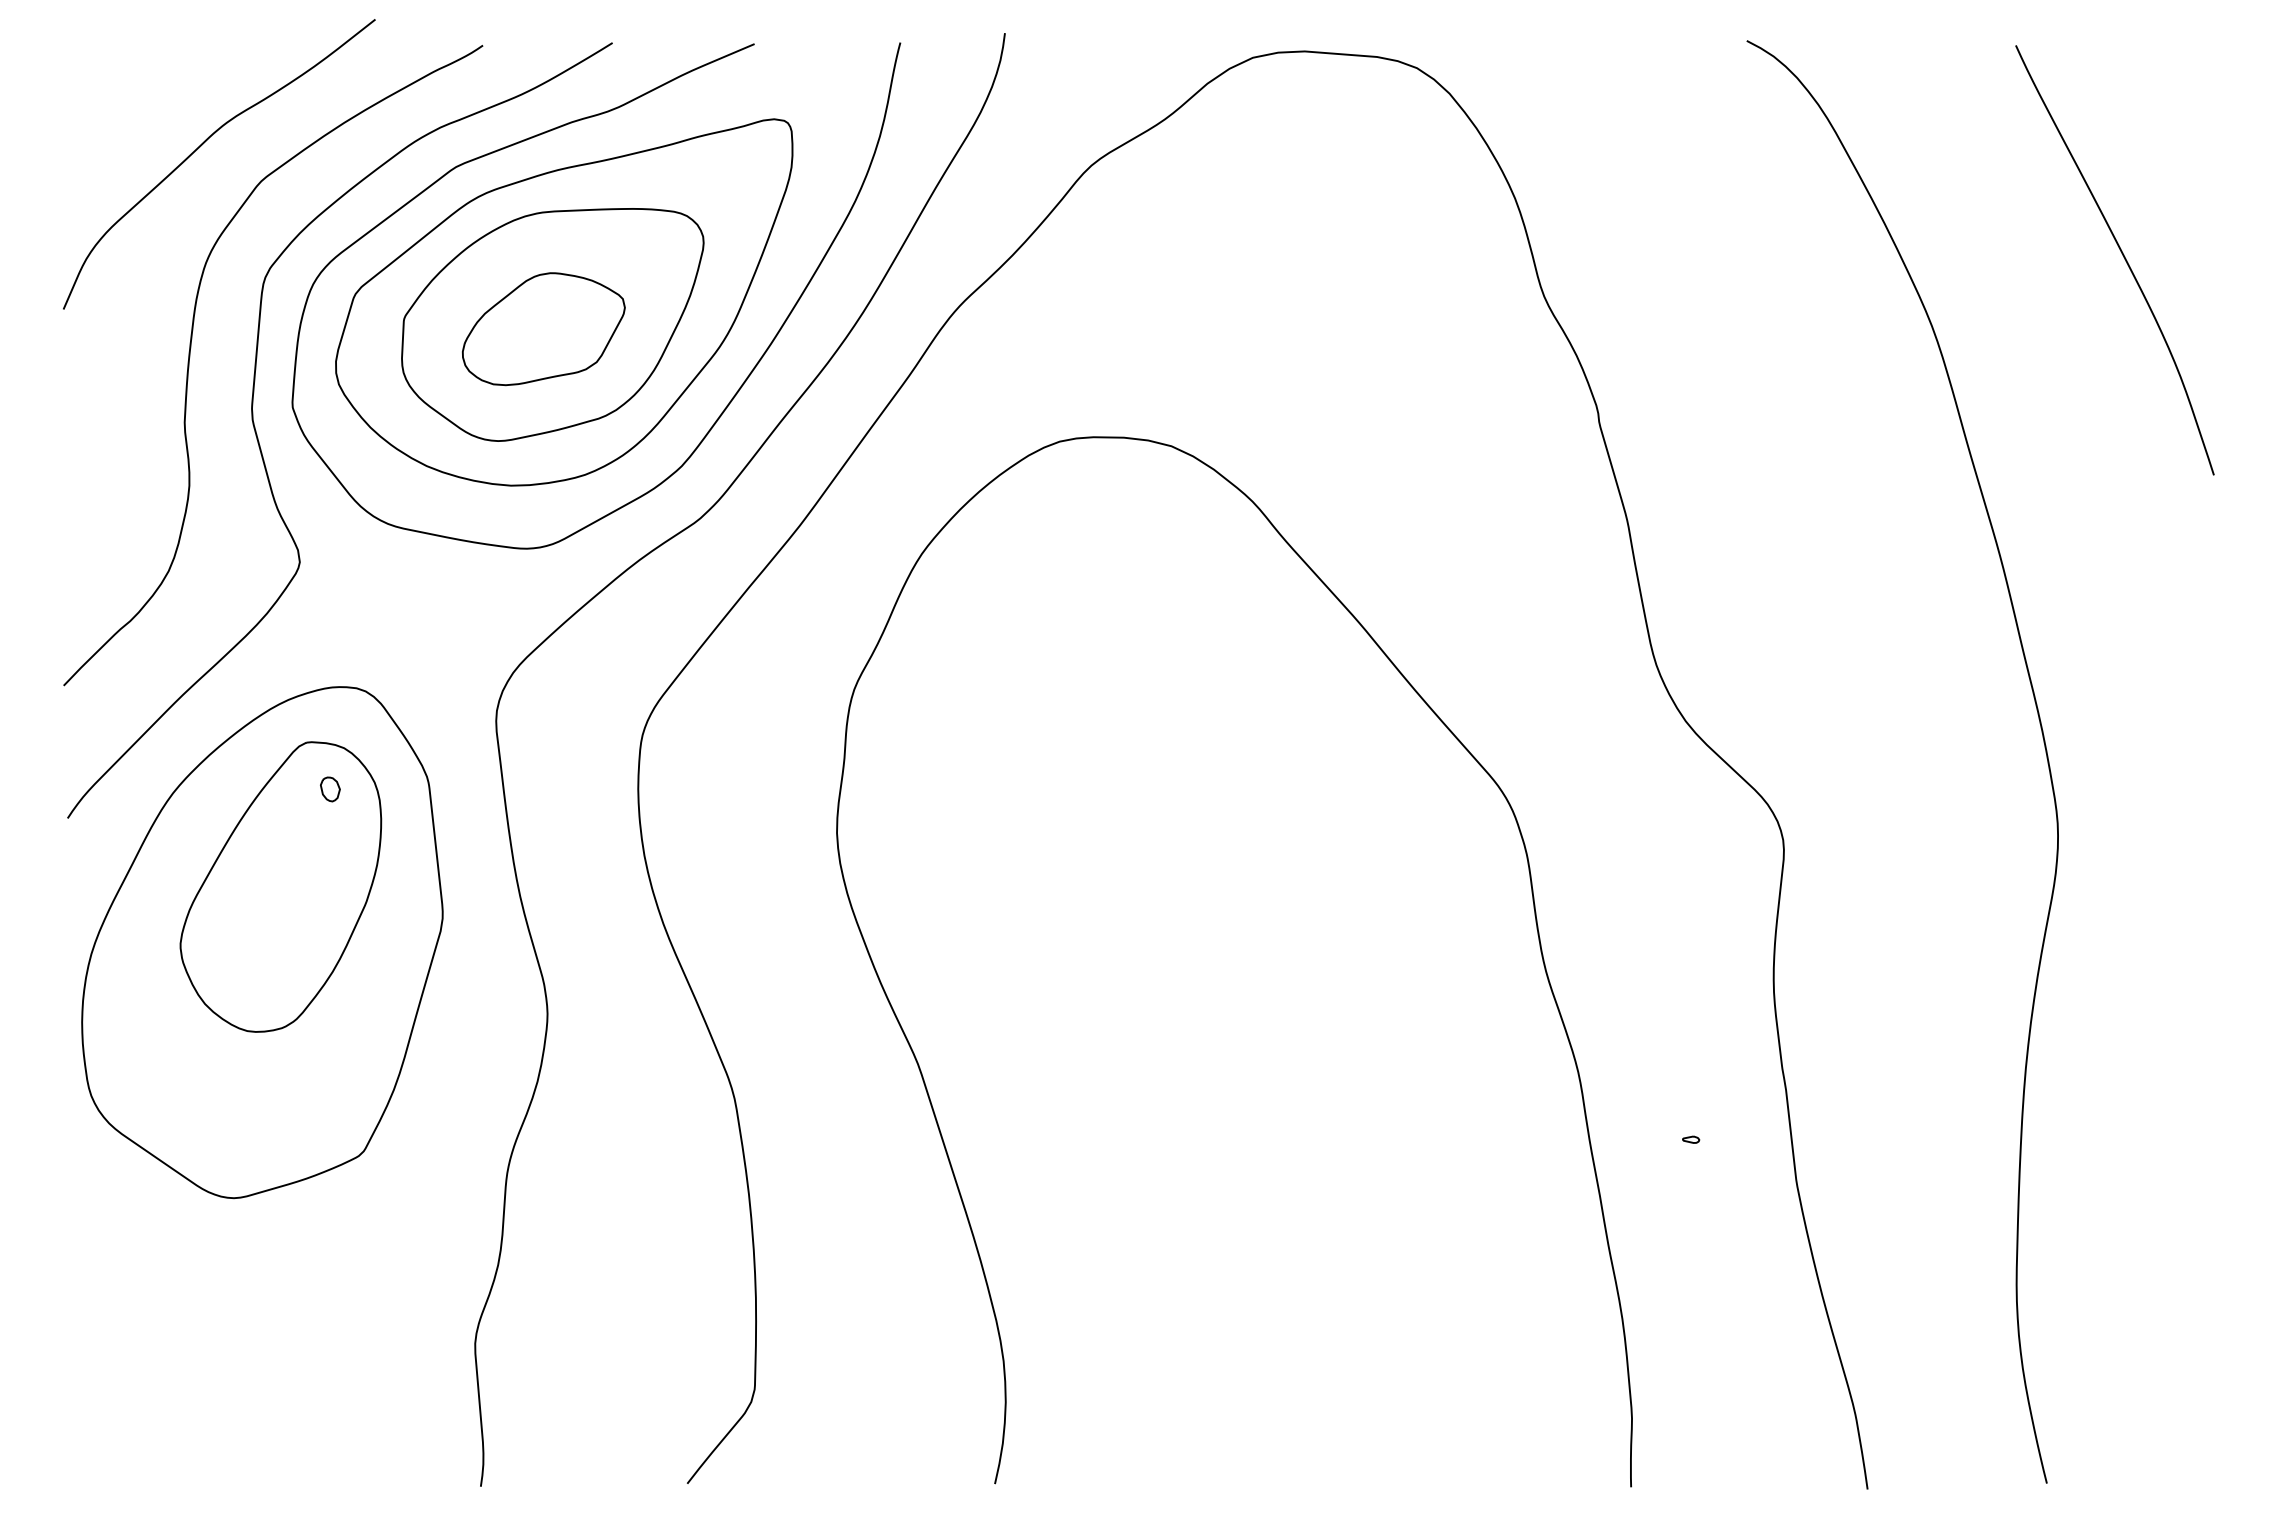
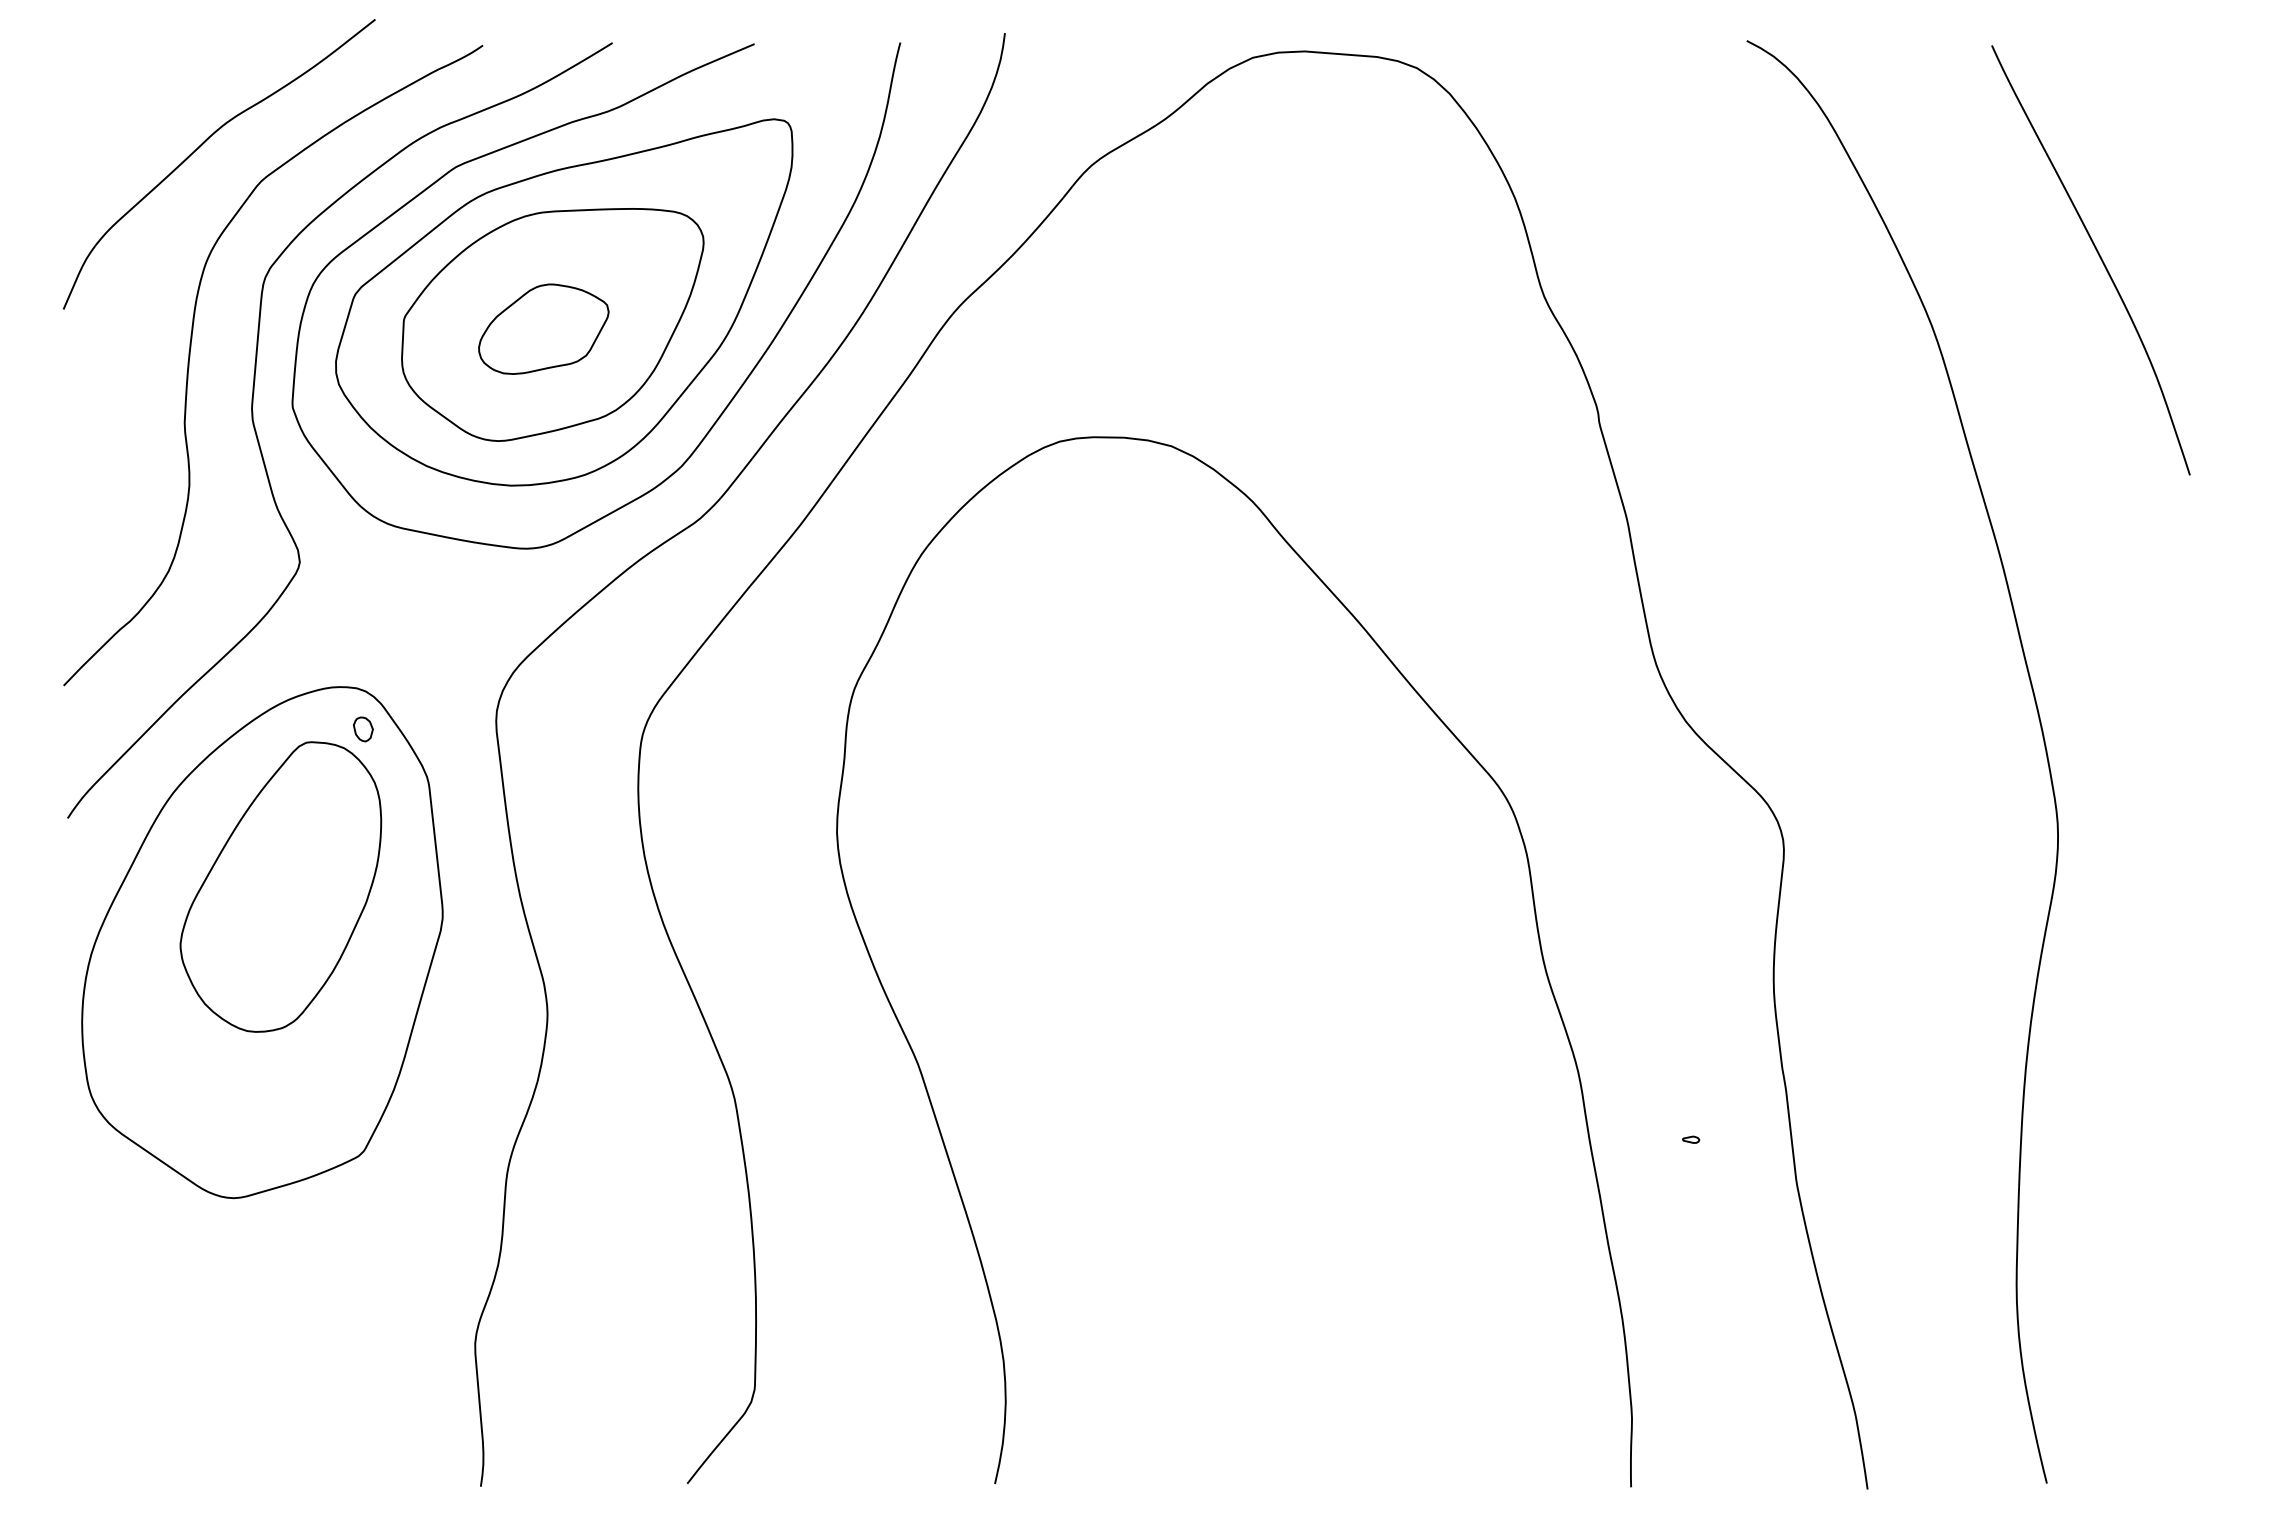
curve at (2122, 255) position: (2122, 255) -> (2098, 255)
part at (543, 329) size: 164x115 px -> 132x92 px
part at (330, 789) position: (330, 789) -> (363, 729)
